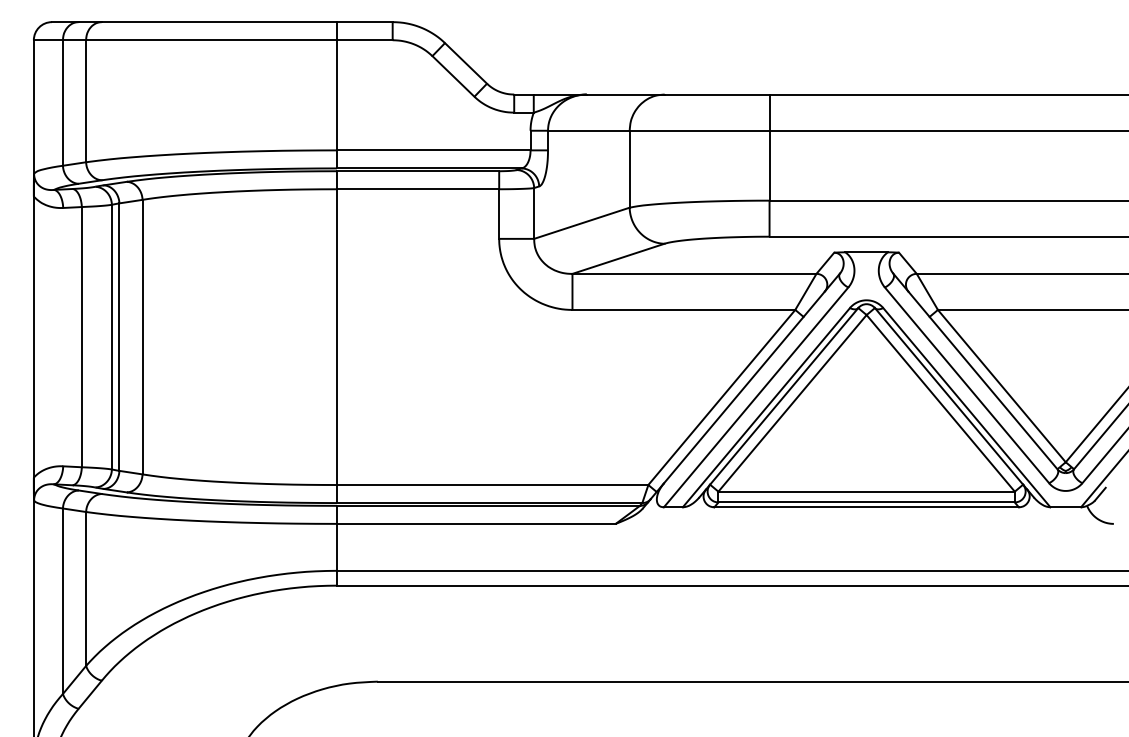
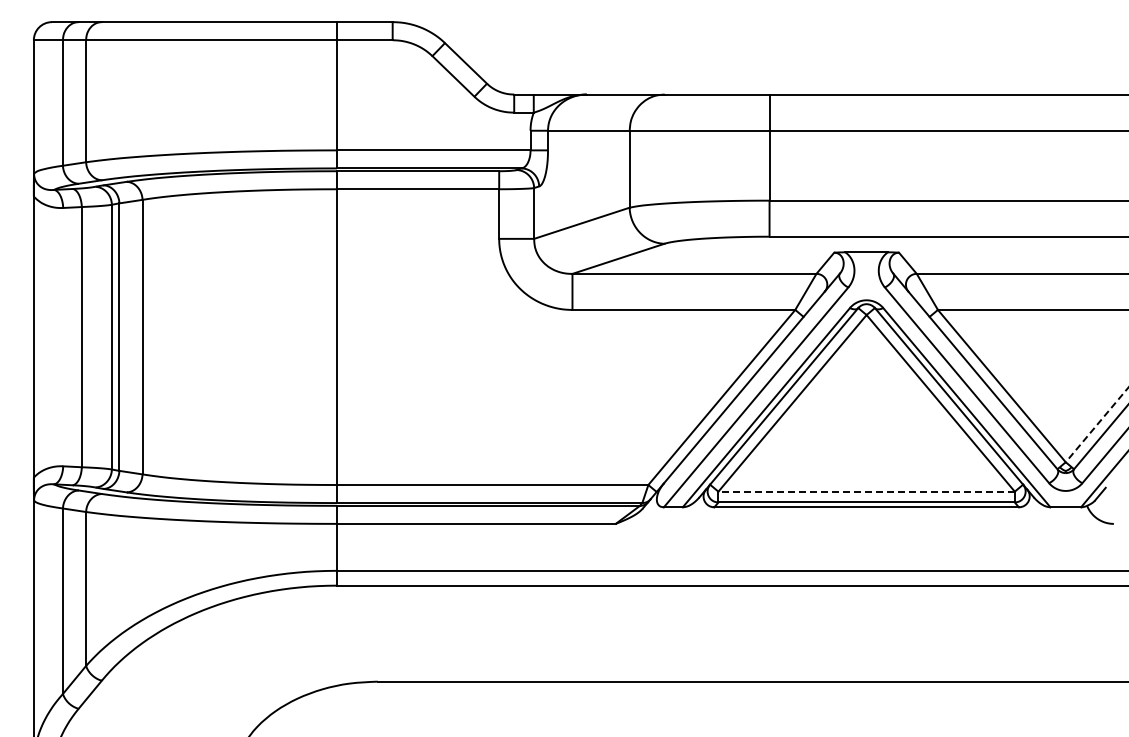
line at (1097, 424): solid -> dashed
line at (866, 491): solid -> dashed
